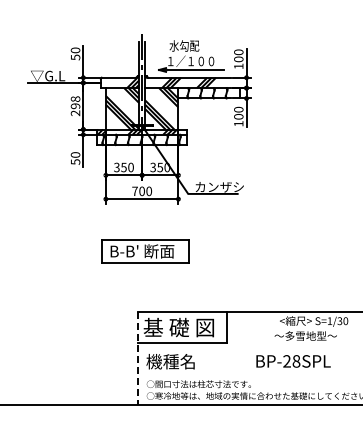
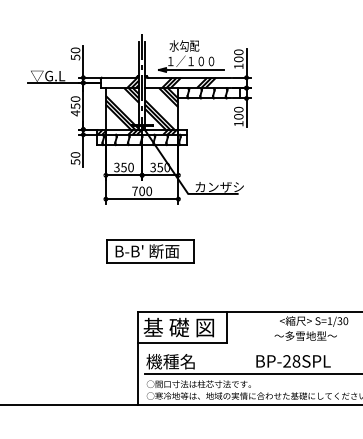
text at (75, 106): 298 -> 450
part at (145, 251) position: (145, 251) -> (150, 251)
line at (138, 358): dashed -> solid
line at (251, 374): none -> present
